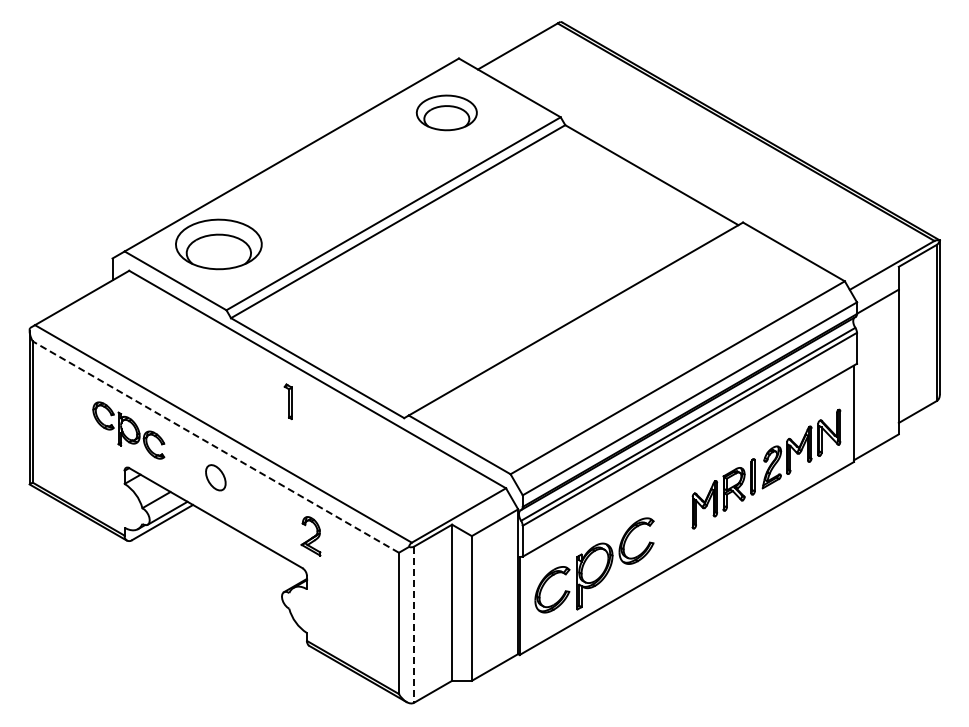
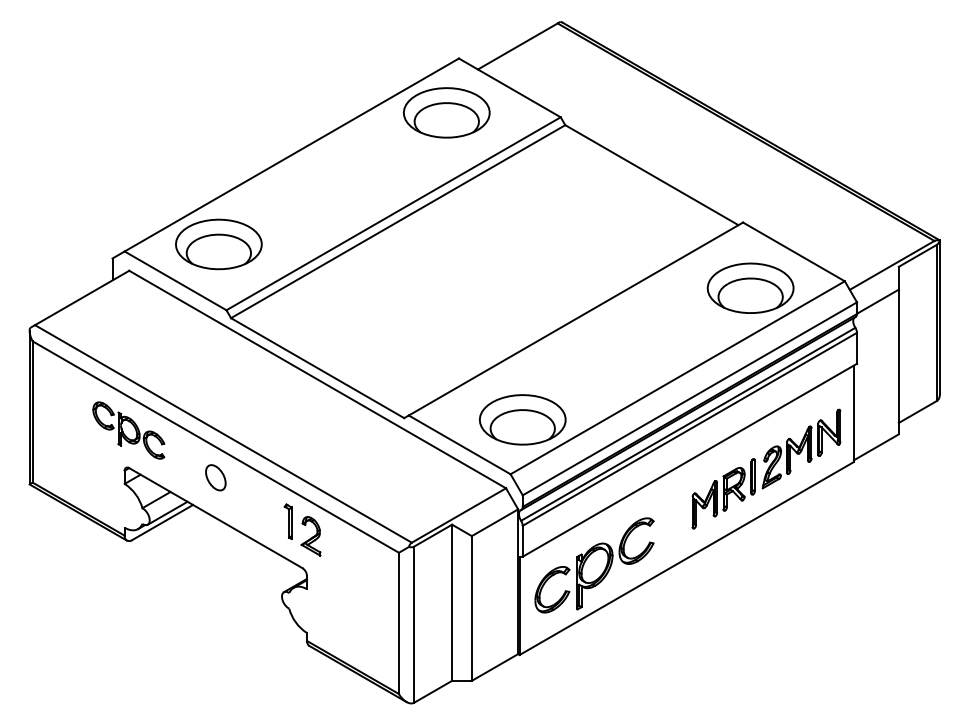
part at (446, 112) size: 63x38 px -> 88x52 px
part at (750, 287): none -> present
part at (287, 401) position: (287, 401) -> (287, 521)
part at (522, 419): none -> present
line at (215, 446): dashed -> solid
line at (414, 625): dashed -> solid
